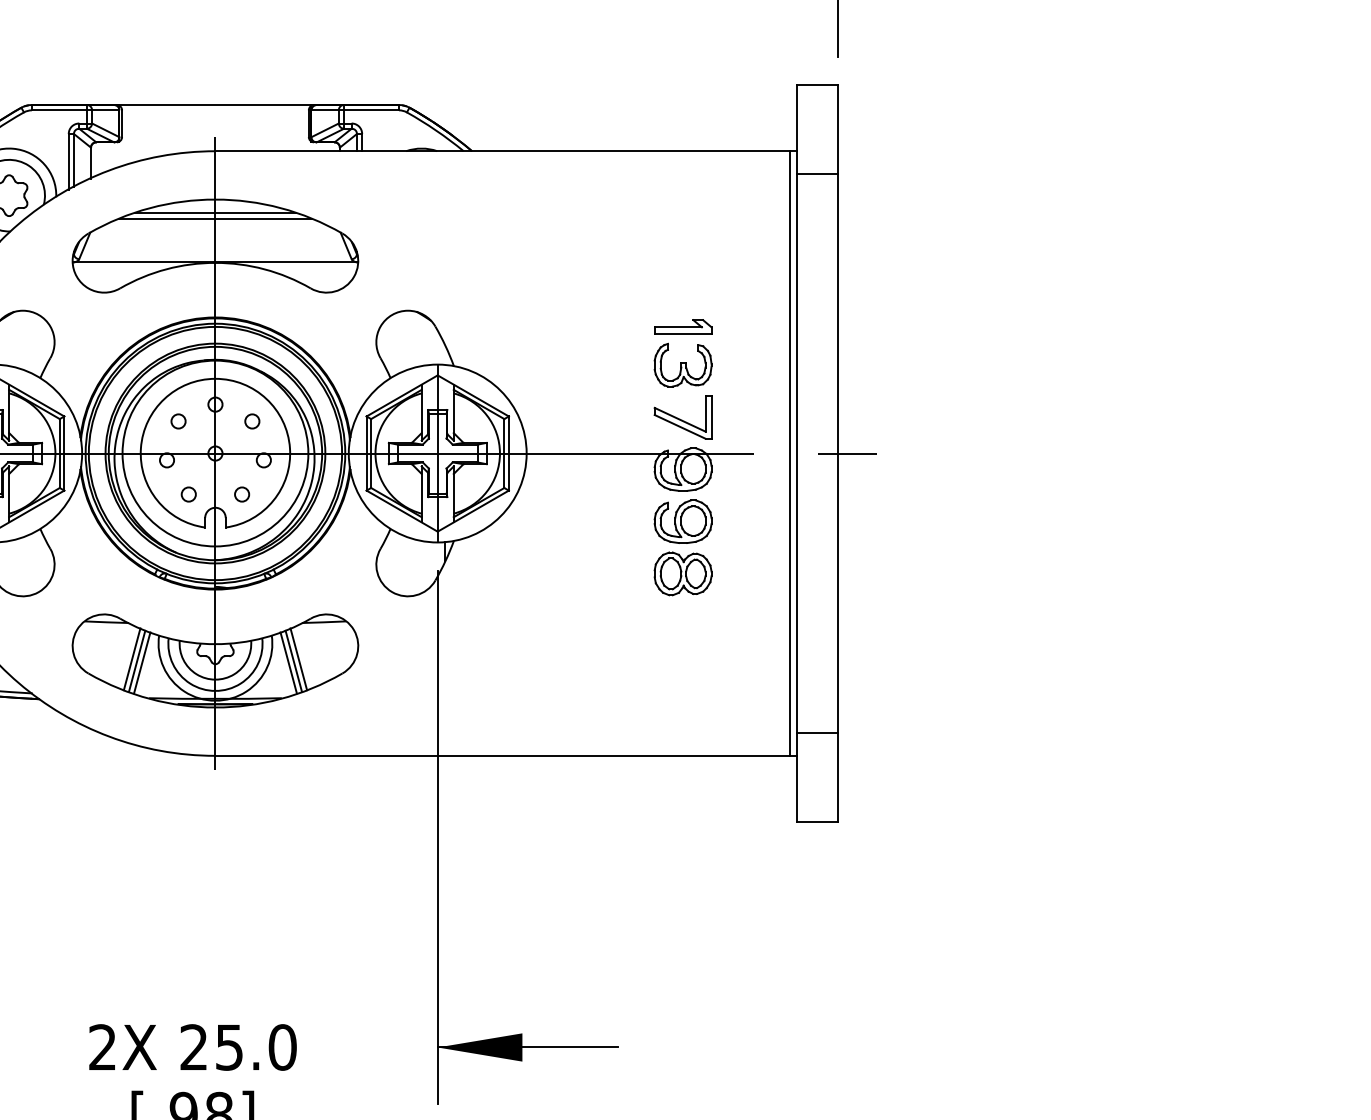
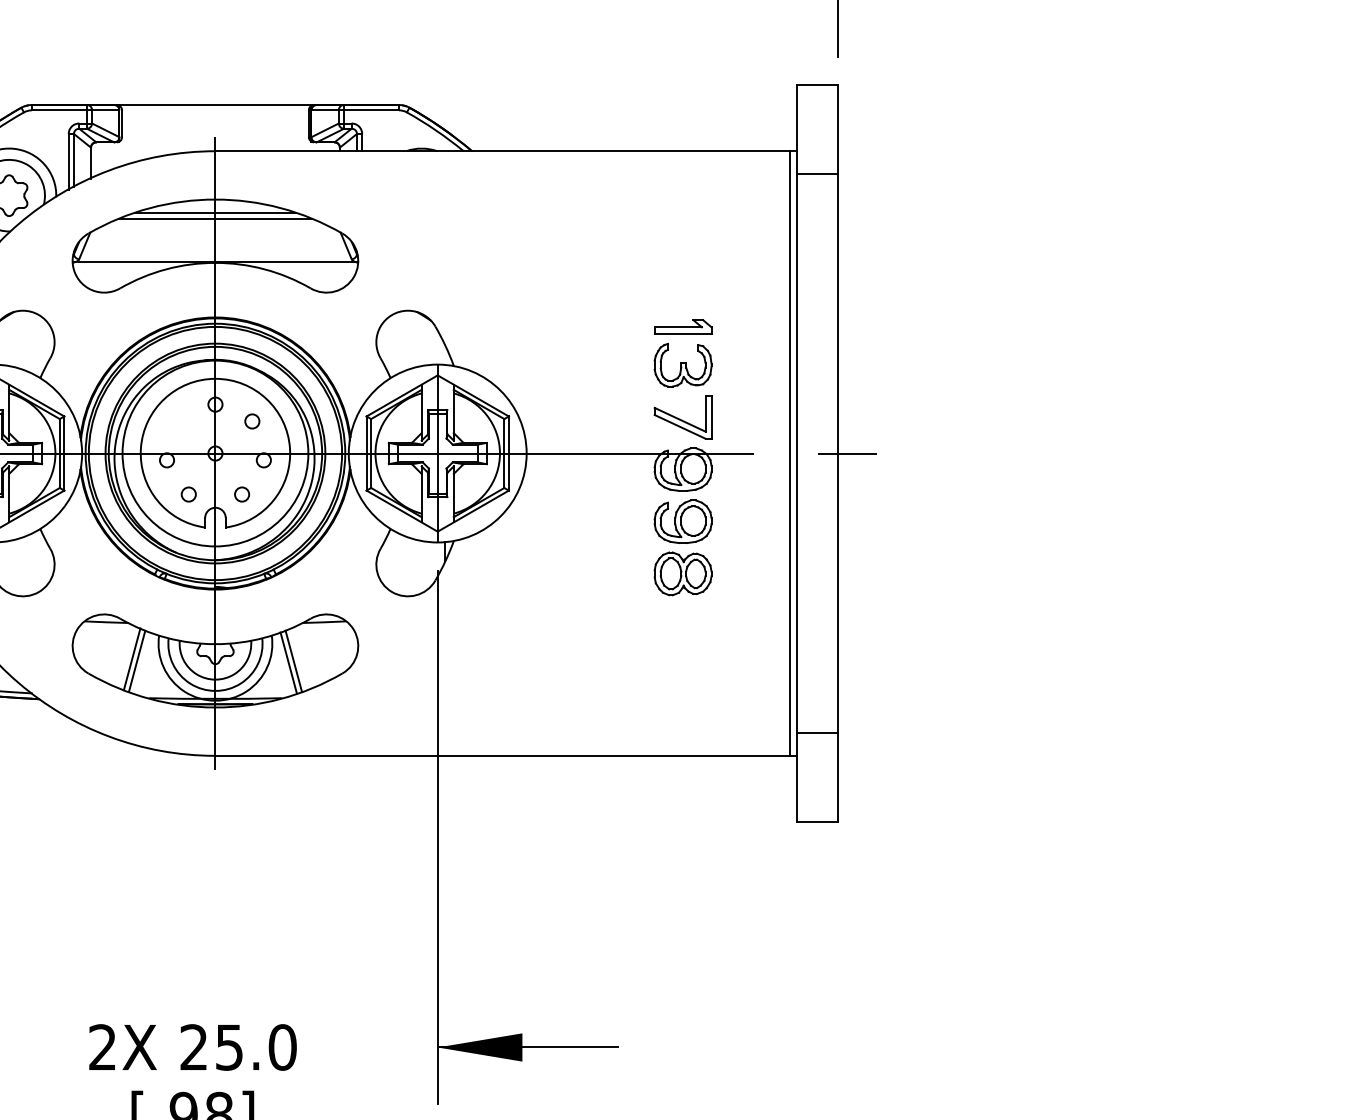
circle at (178, 421): present -> none
line at (298, 659): present -> none
line at (142, 662): present -> none
